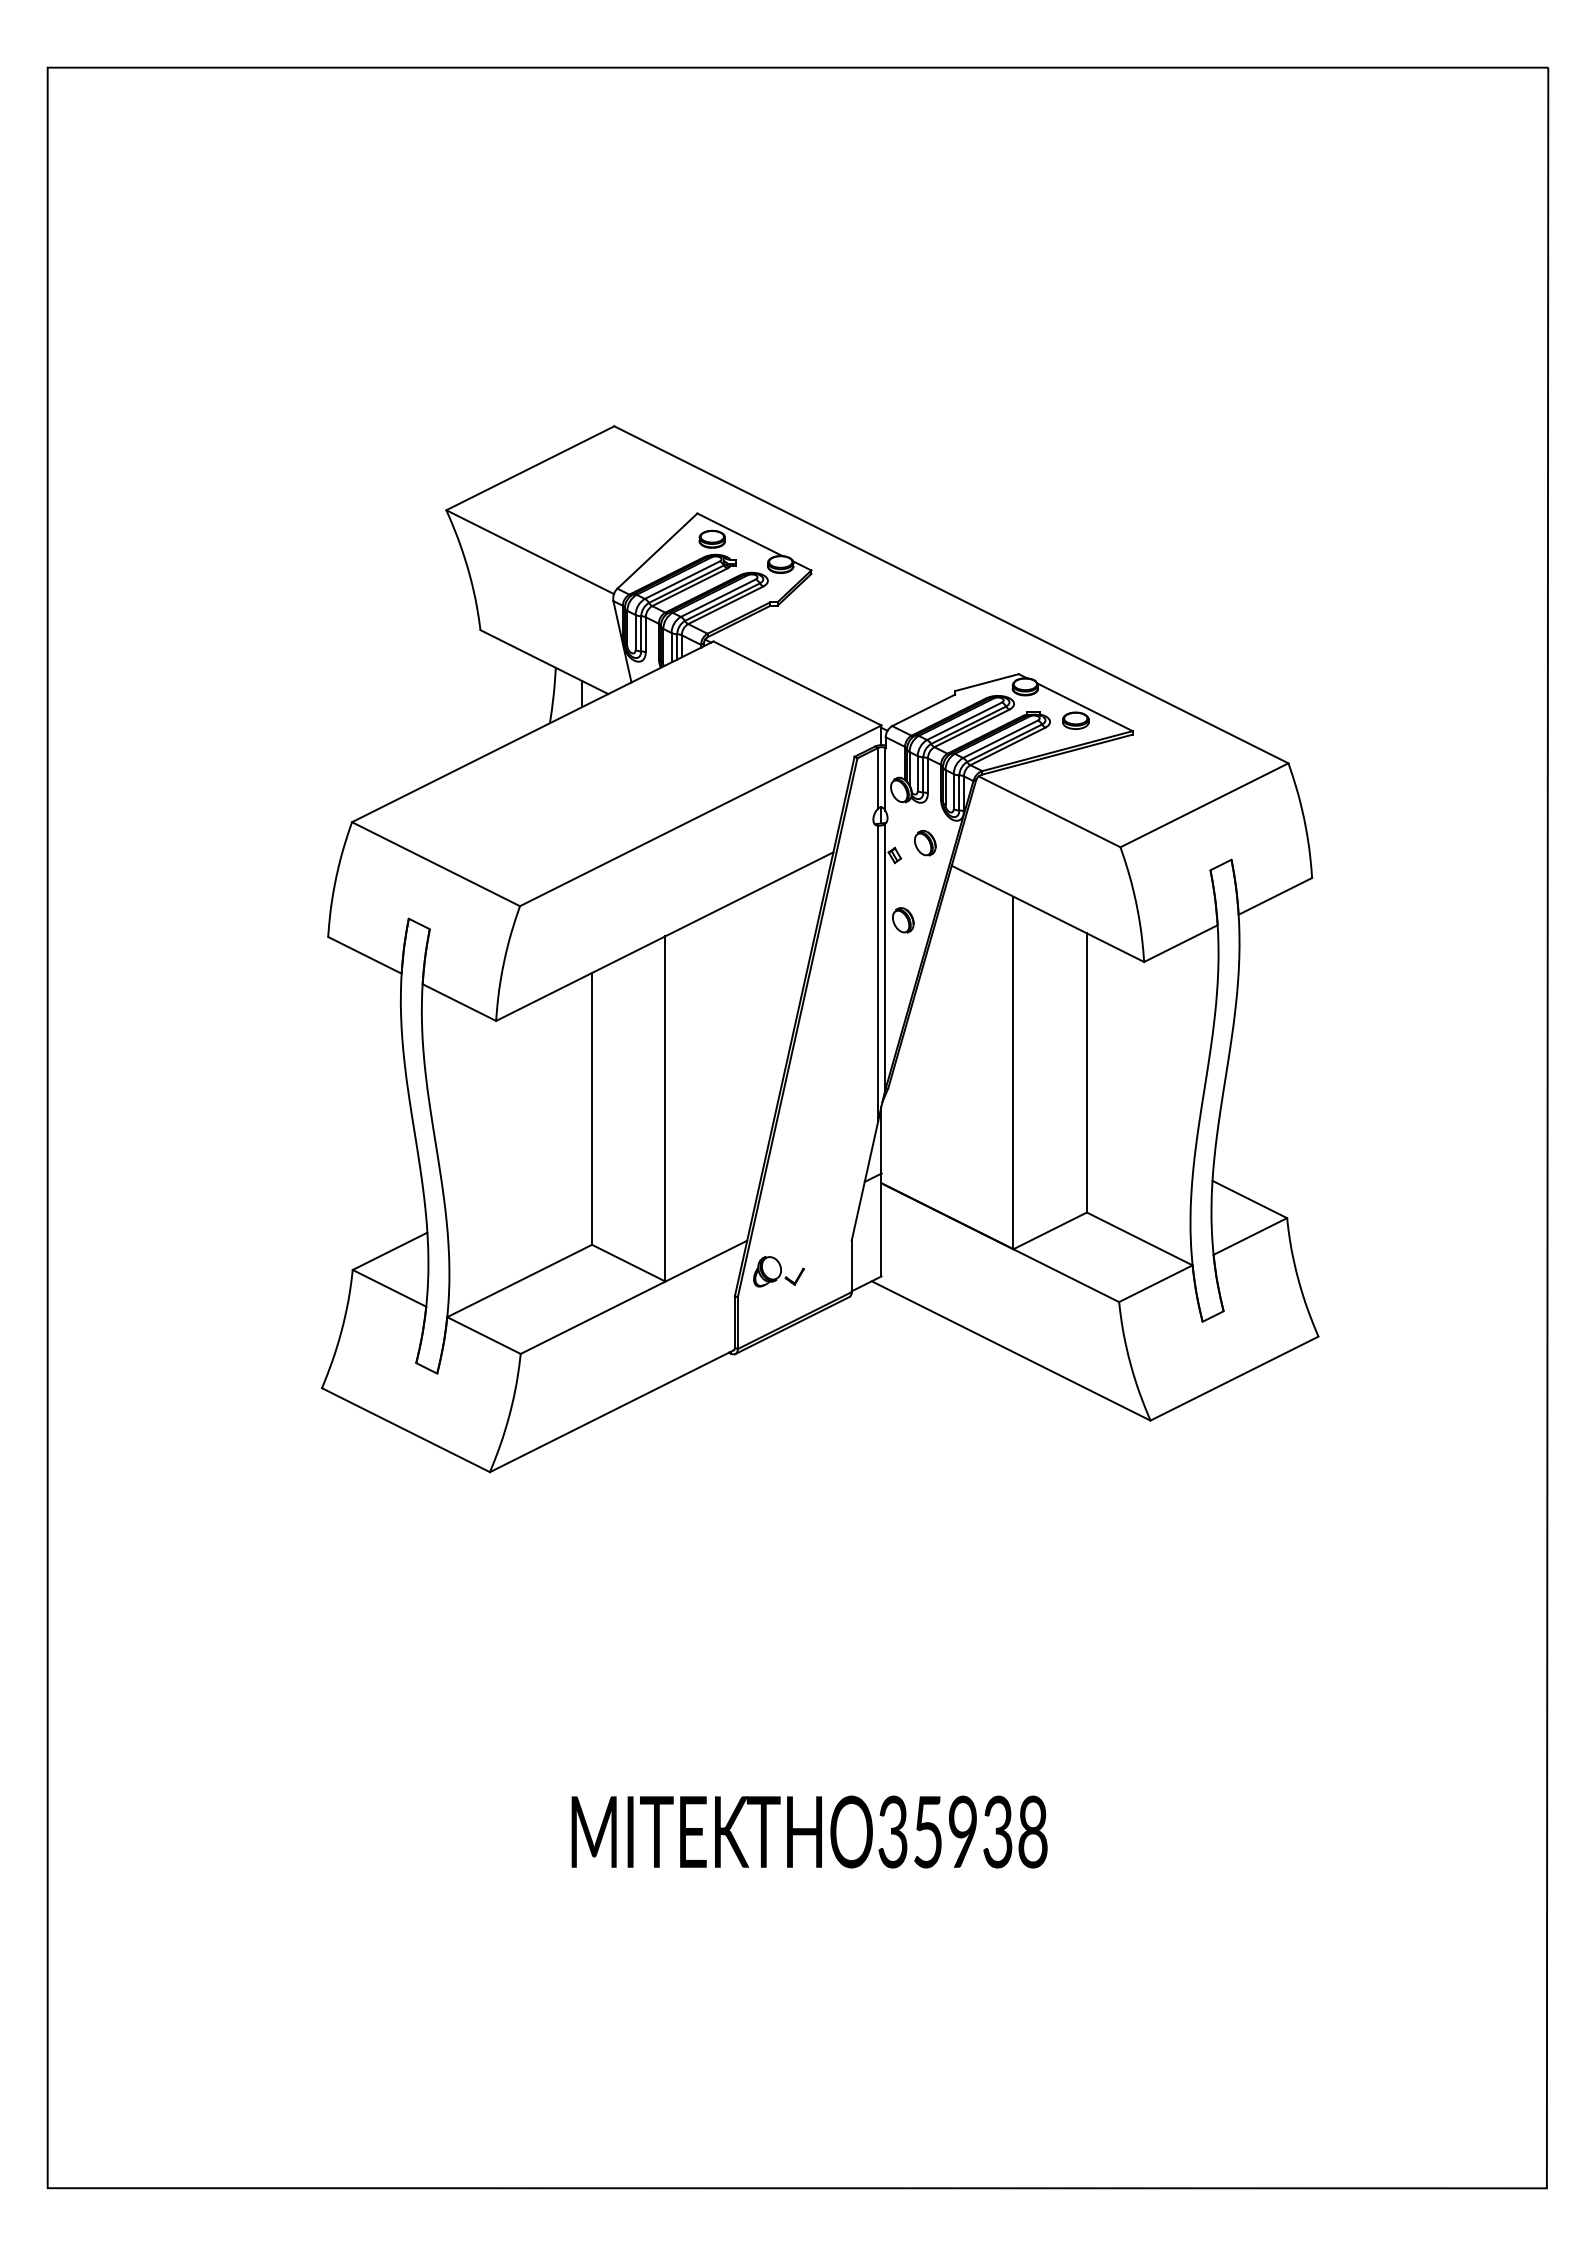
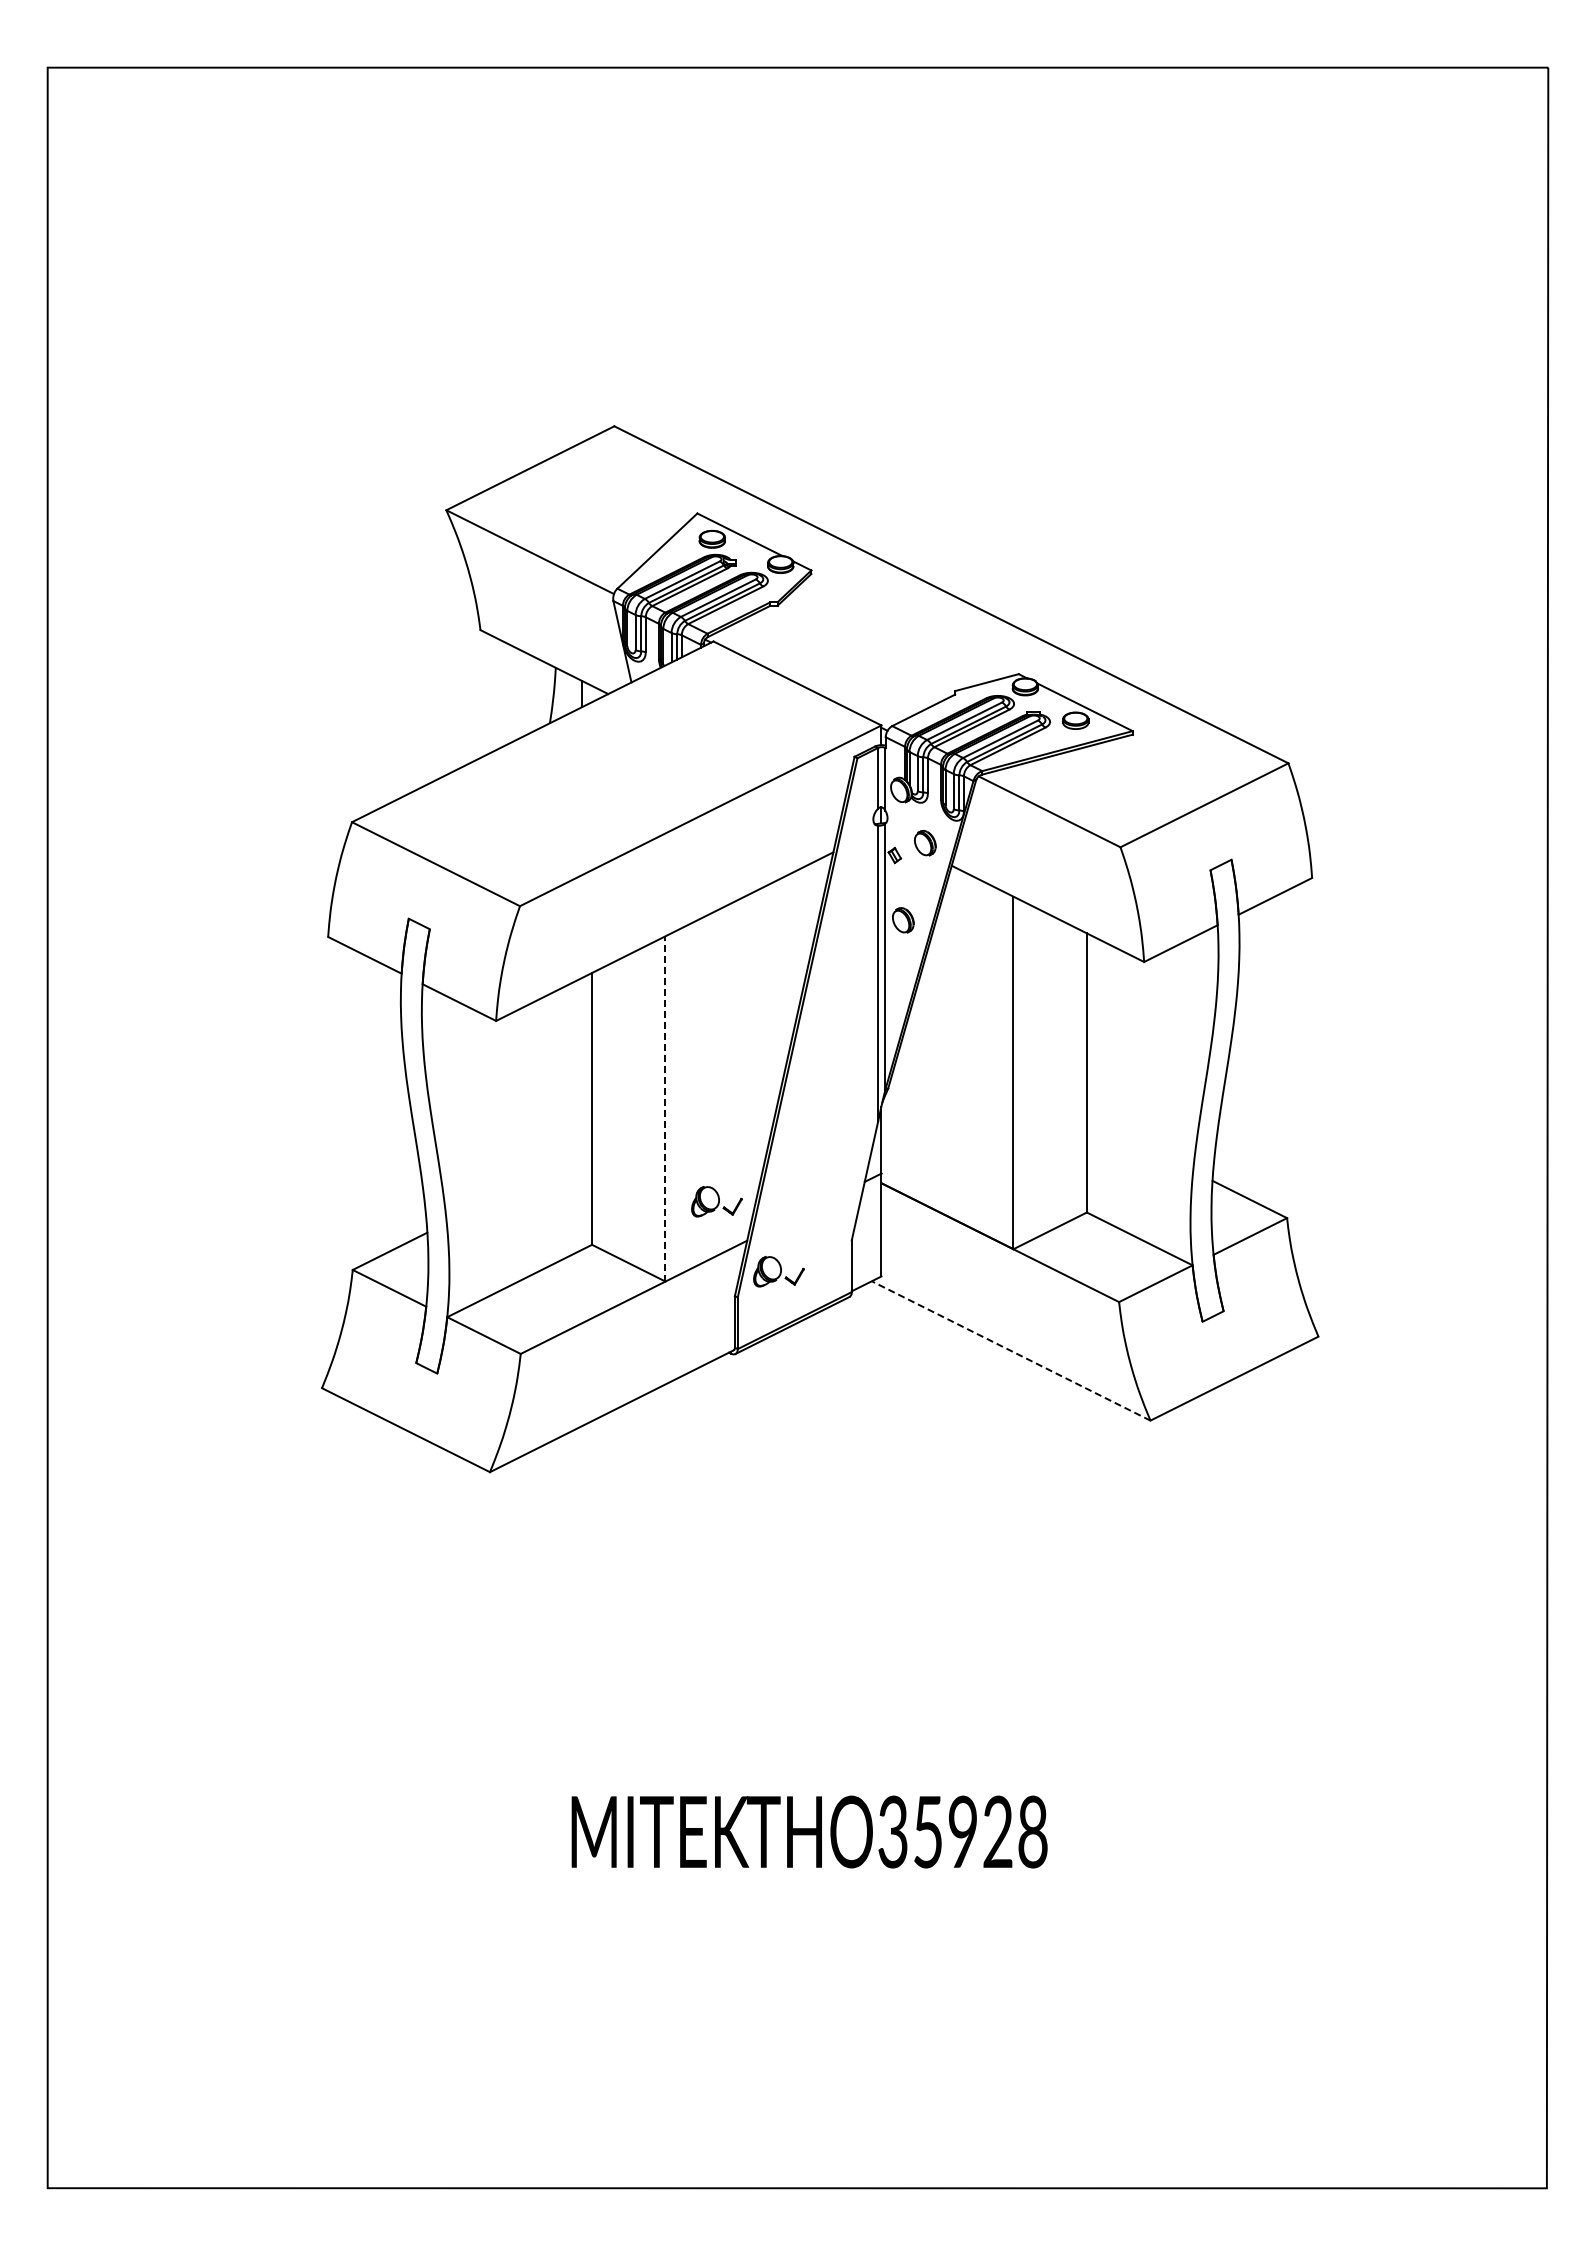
line at (665, 1108): solid -> dashed
part at (716, 1201): none -> present
line at (1011, 1350): solid -> dashed
text at (997, 1832): THO35938 -> THO35928
